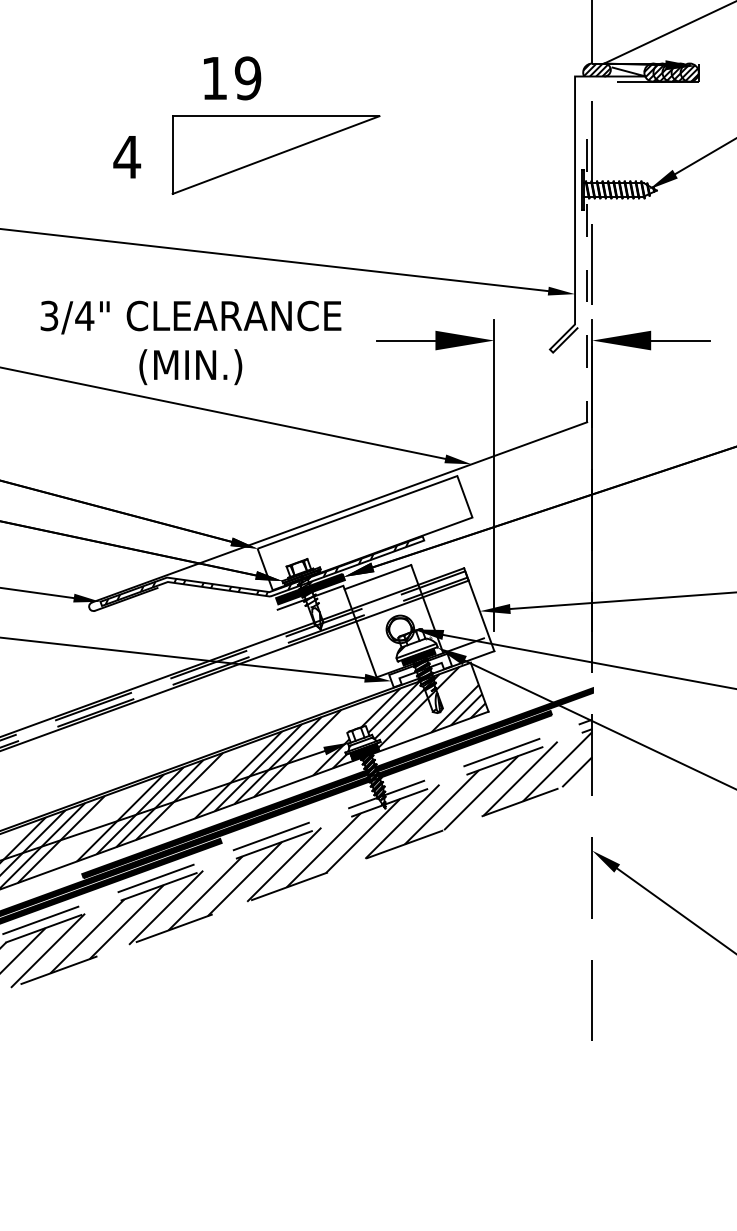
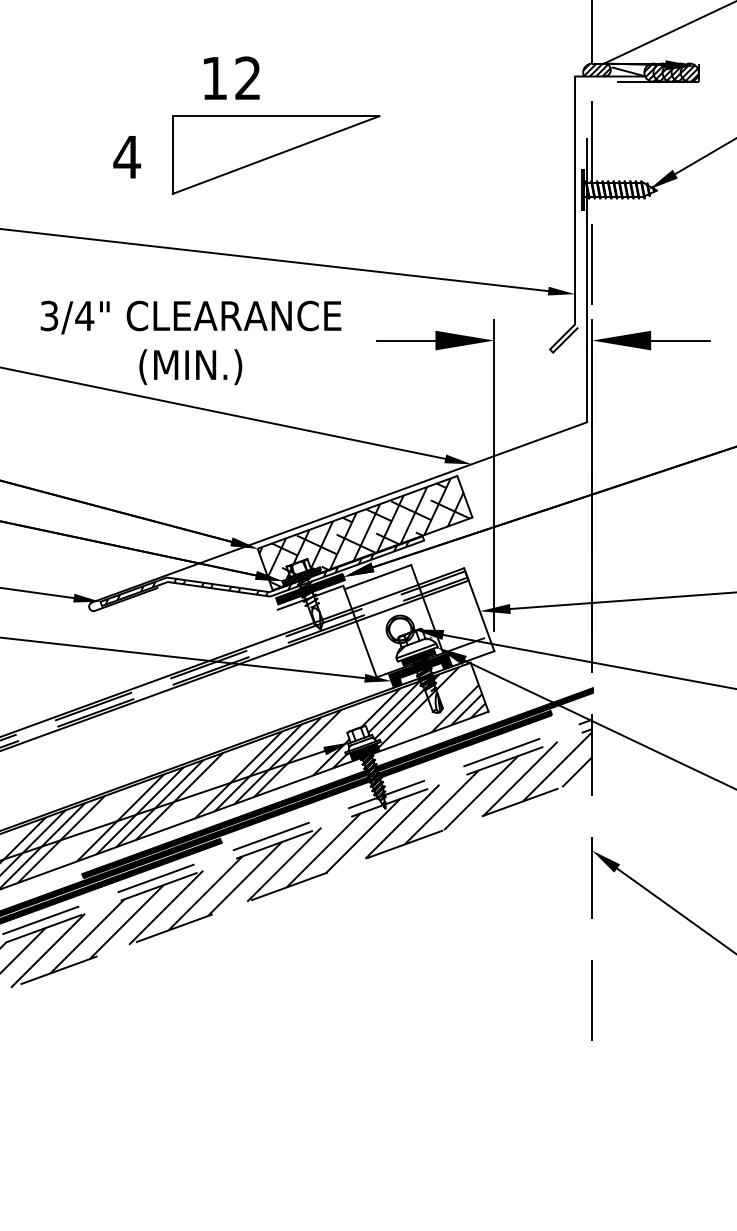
text at (247, 78): 19 -> 12
line at (587, 280): dashed -> solid
hatch at (365, 532): none -> present
fill at (420, 670): none -> present
